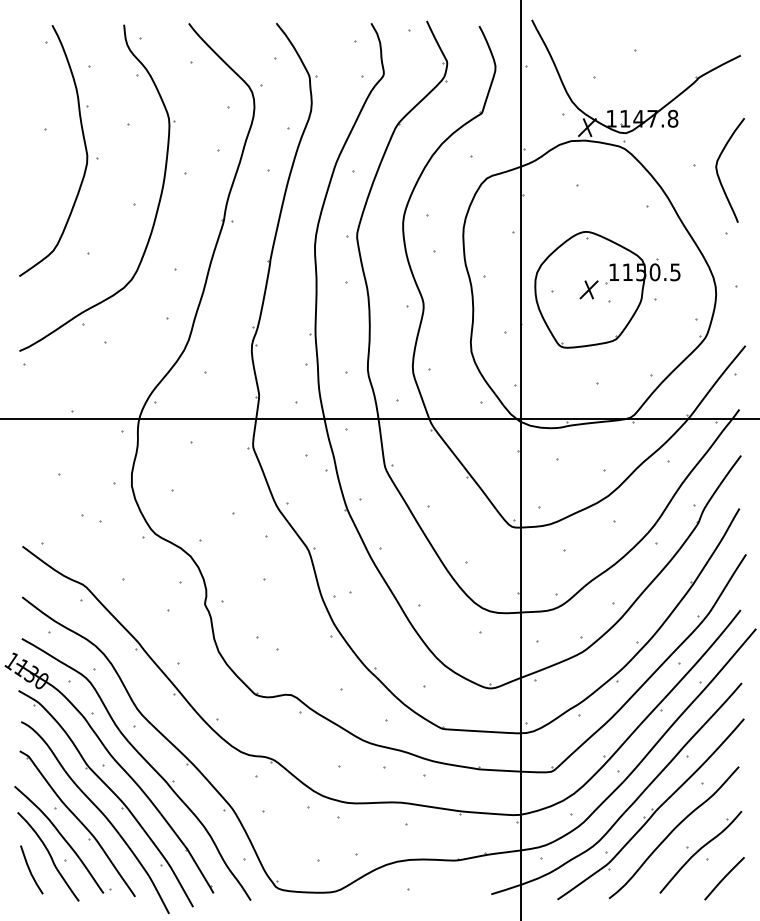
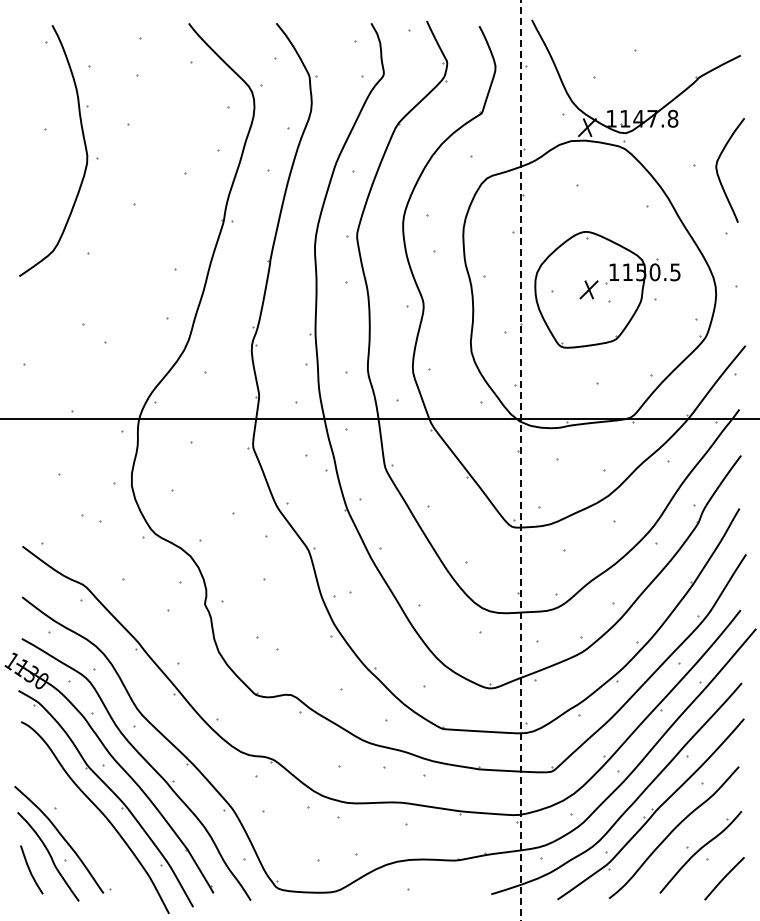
part at (158, 201): present -> none
line at (520, 460): solid -> dashed
part at (77, 823): present -> none
